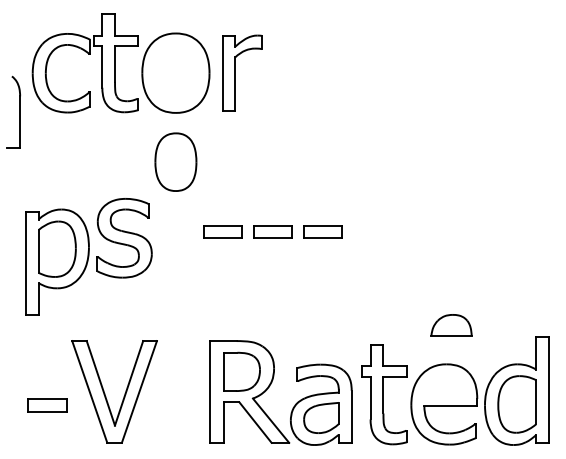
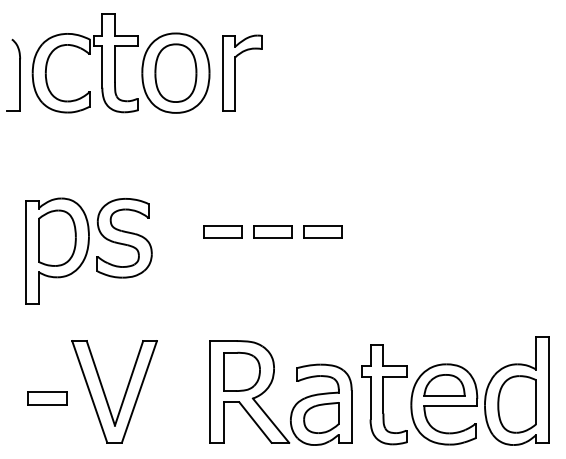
part at (13, 111) position: (13, 111) -> (13, 74)
part at (175, 161) position: (175, 161) -> (175, 72)
part at (57, 261) position: (57, 261) -> (57, 250)
part at (451, 325) position: (451, 325) -> (444, 385)
part at (47, 405) position: (47, 405) -> (47, 398)
